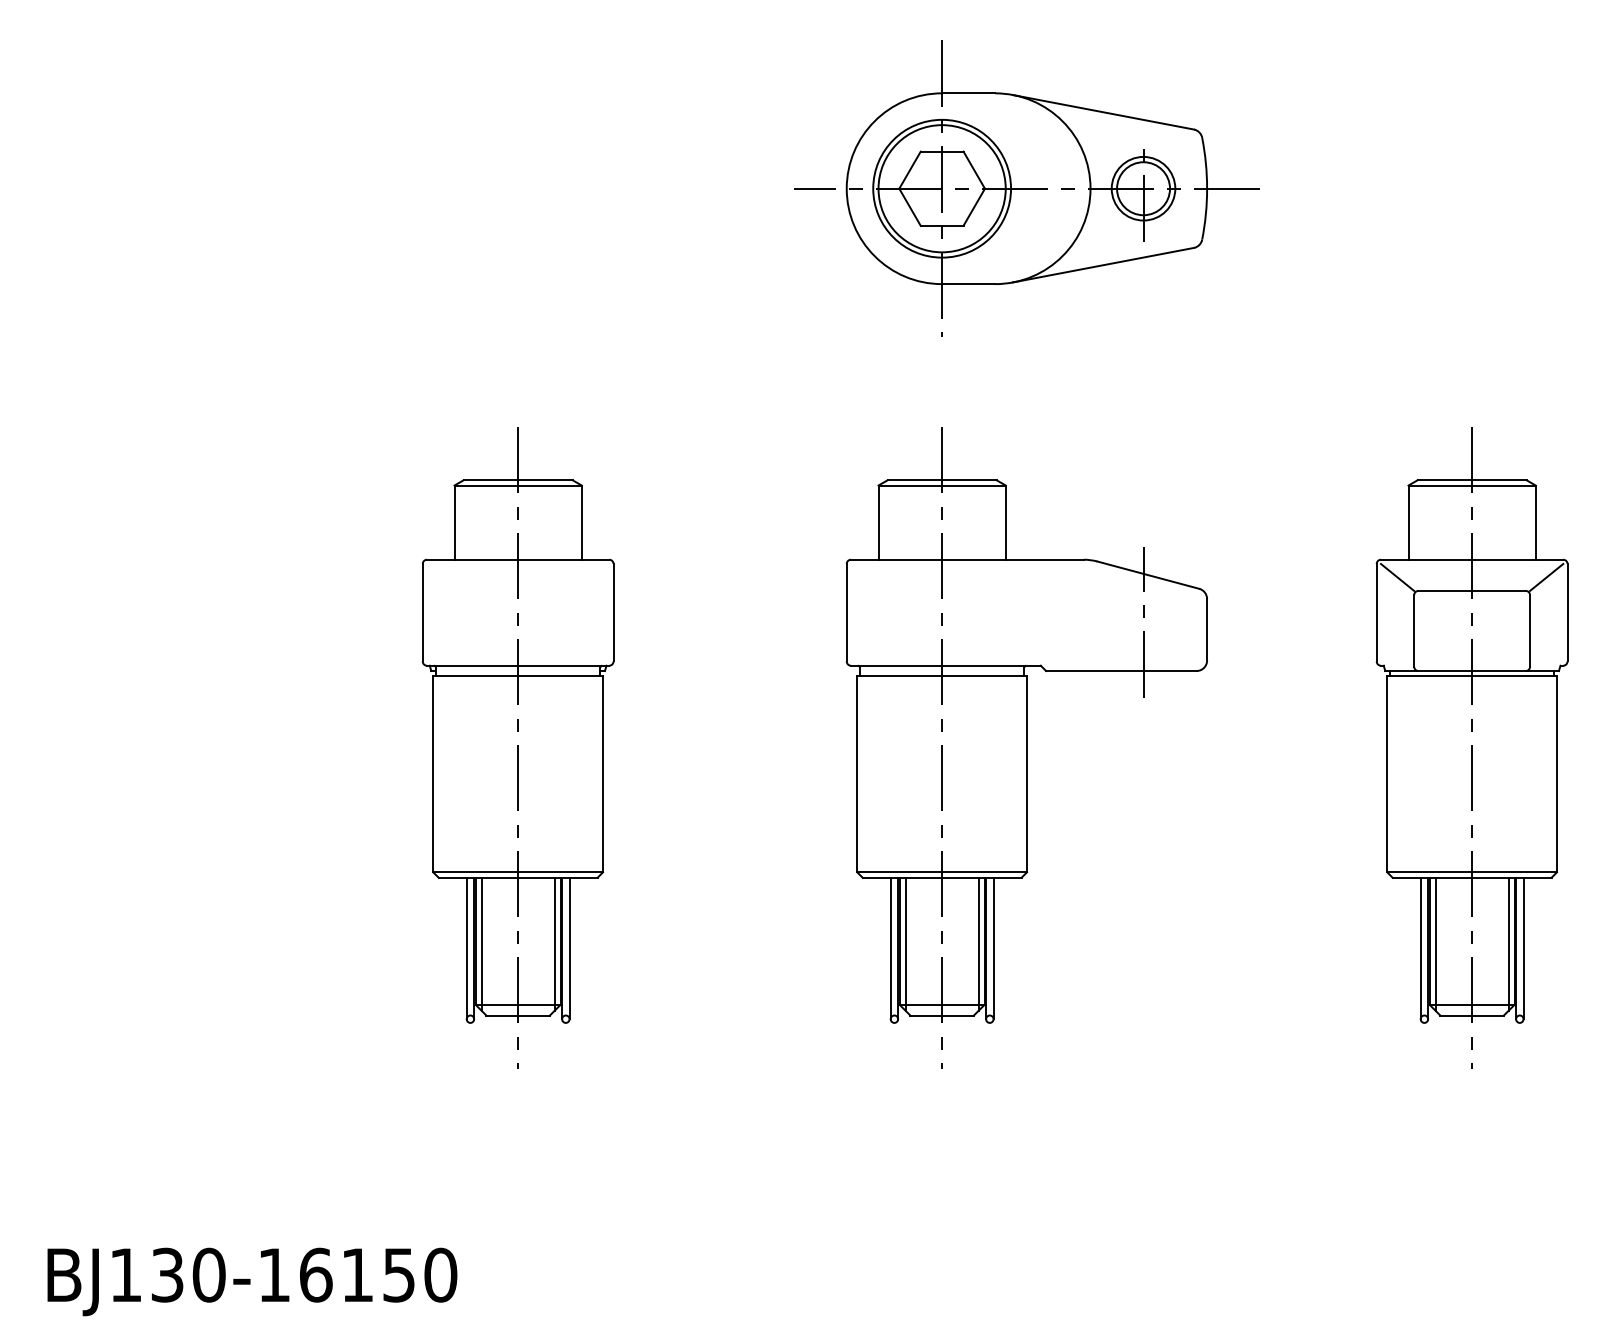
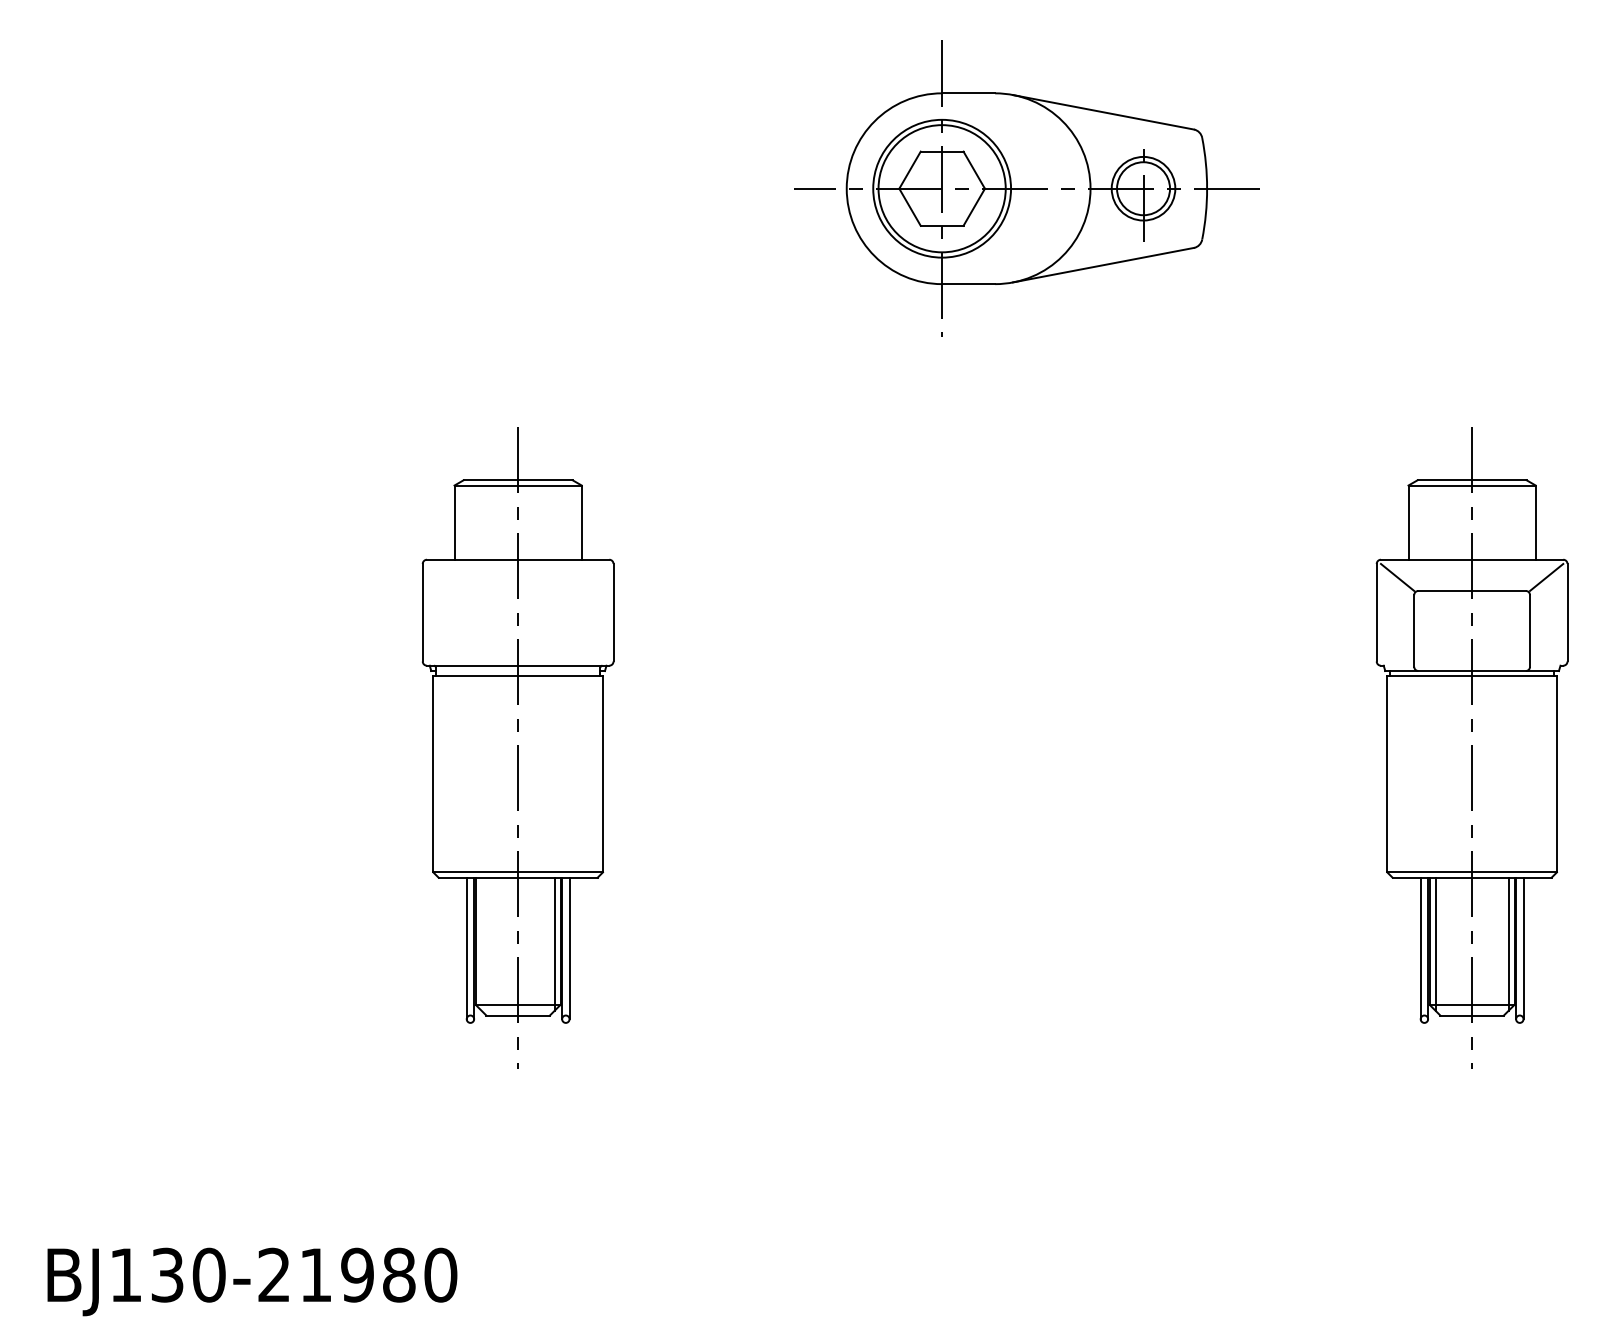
part at (1026, 747): present -> none
line at (481, 943): present -> none
text at (336, 1274): BJ130-16150 -> BJ130-21980
